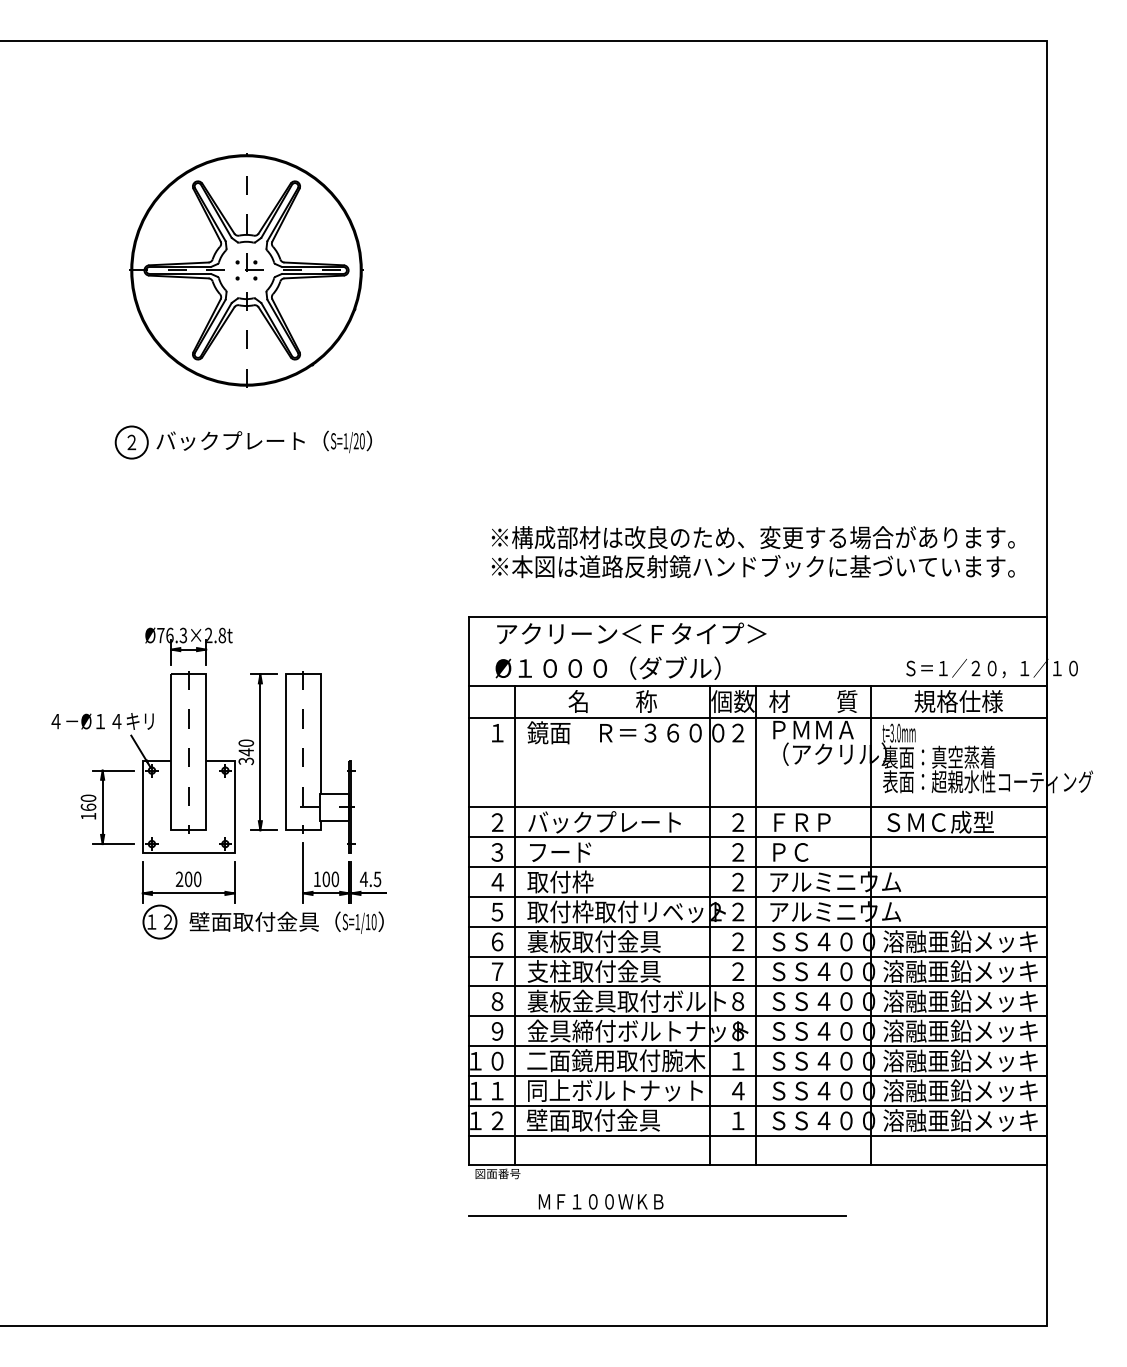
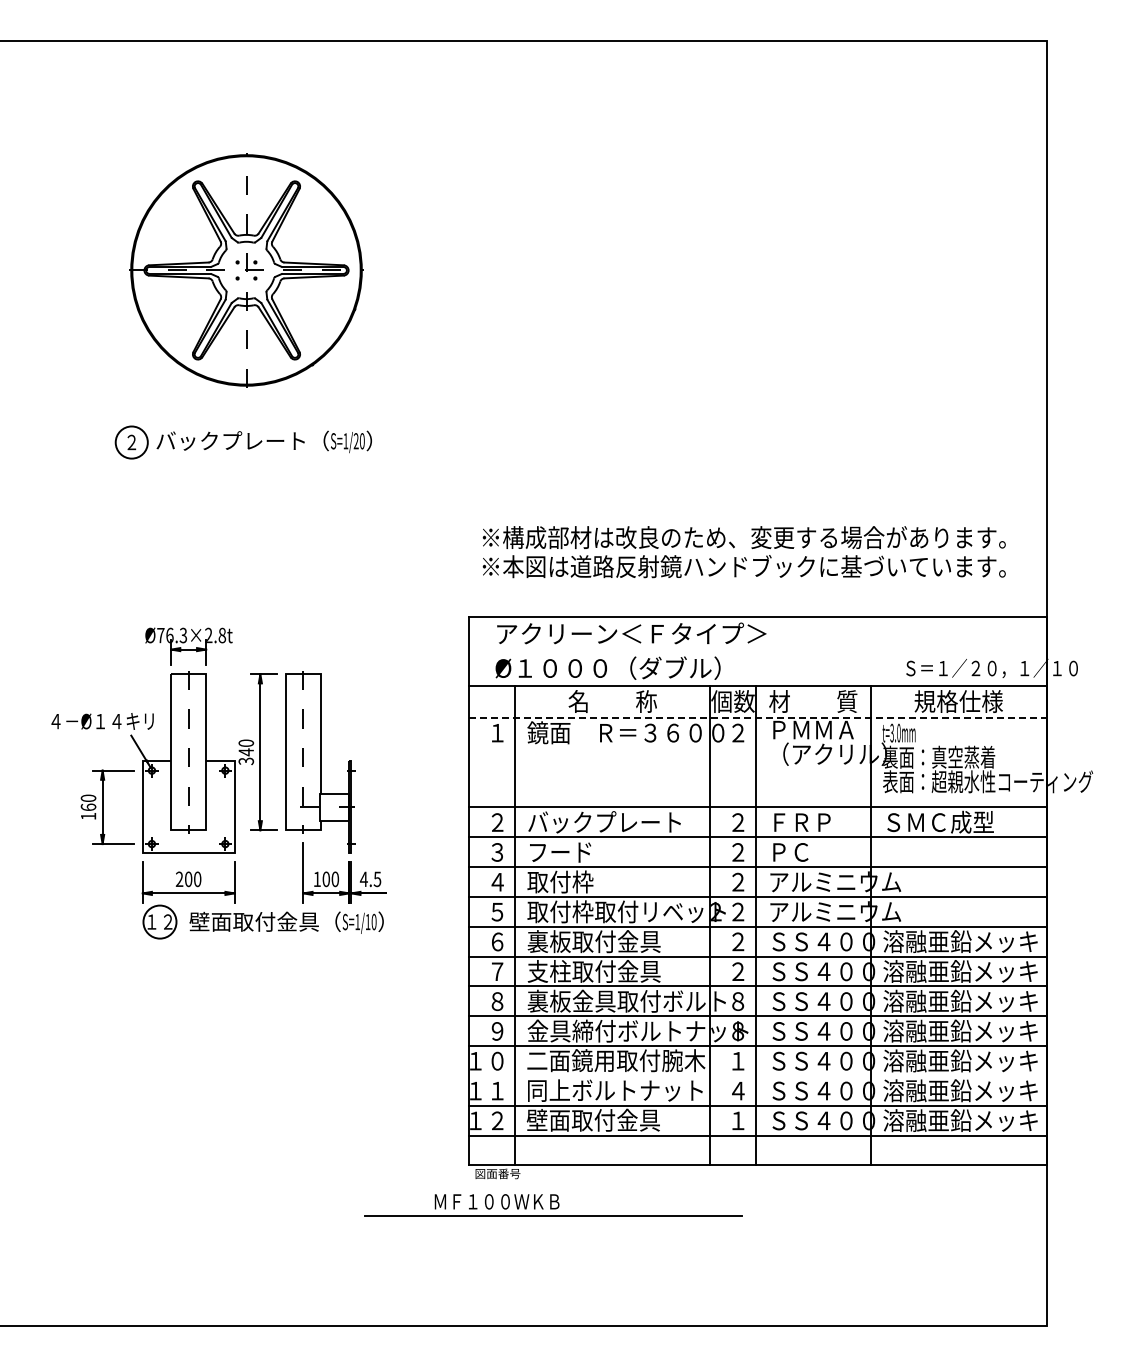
text at (752, 552) position: (752, 552) -> (743, 552)
line at (757, 717): solid -> dashed
line at (757, 1075): present -> none
part at (657, 1205) position: (657, 1205) -> (553, 1205)
